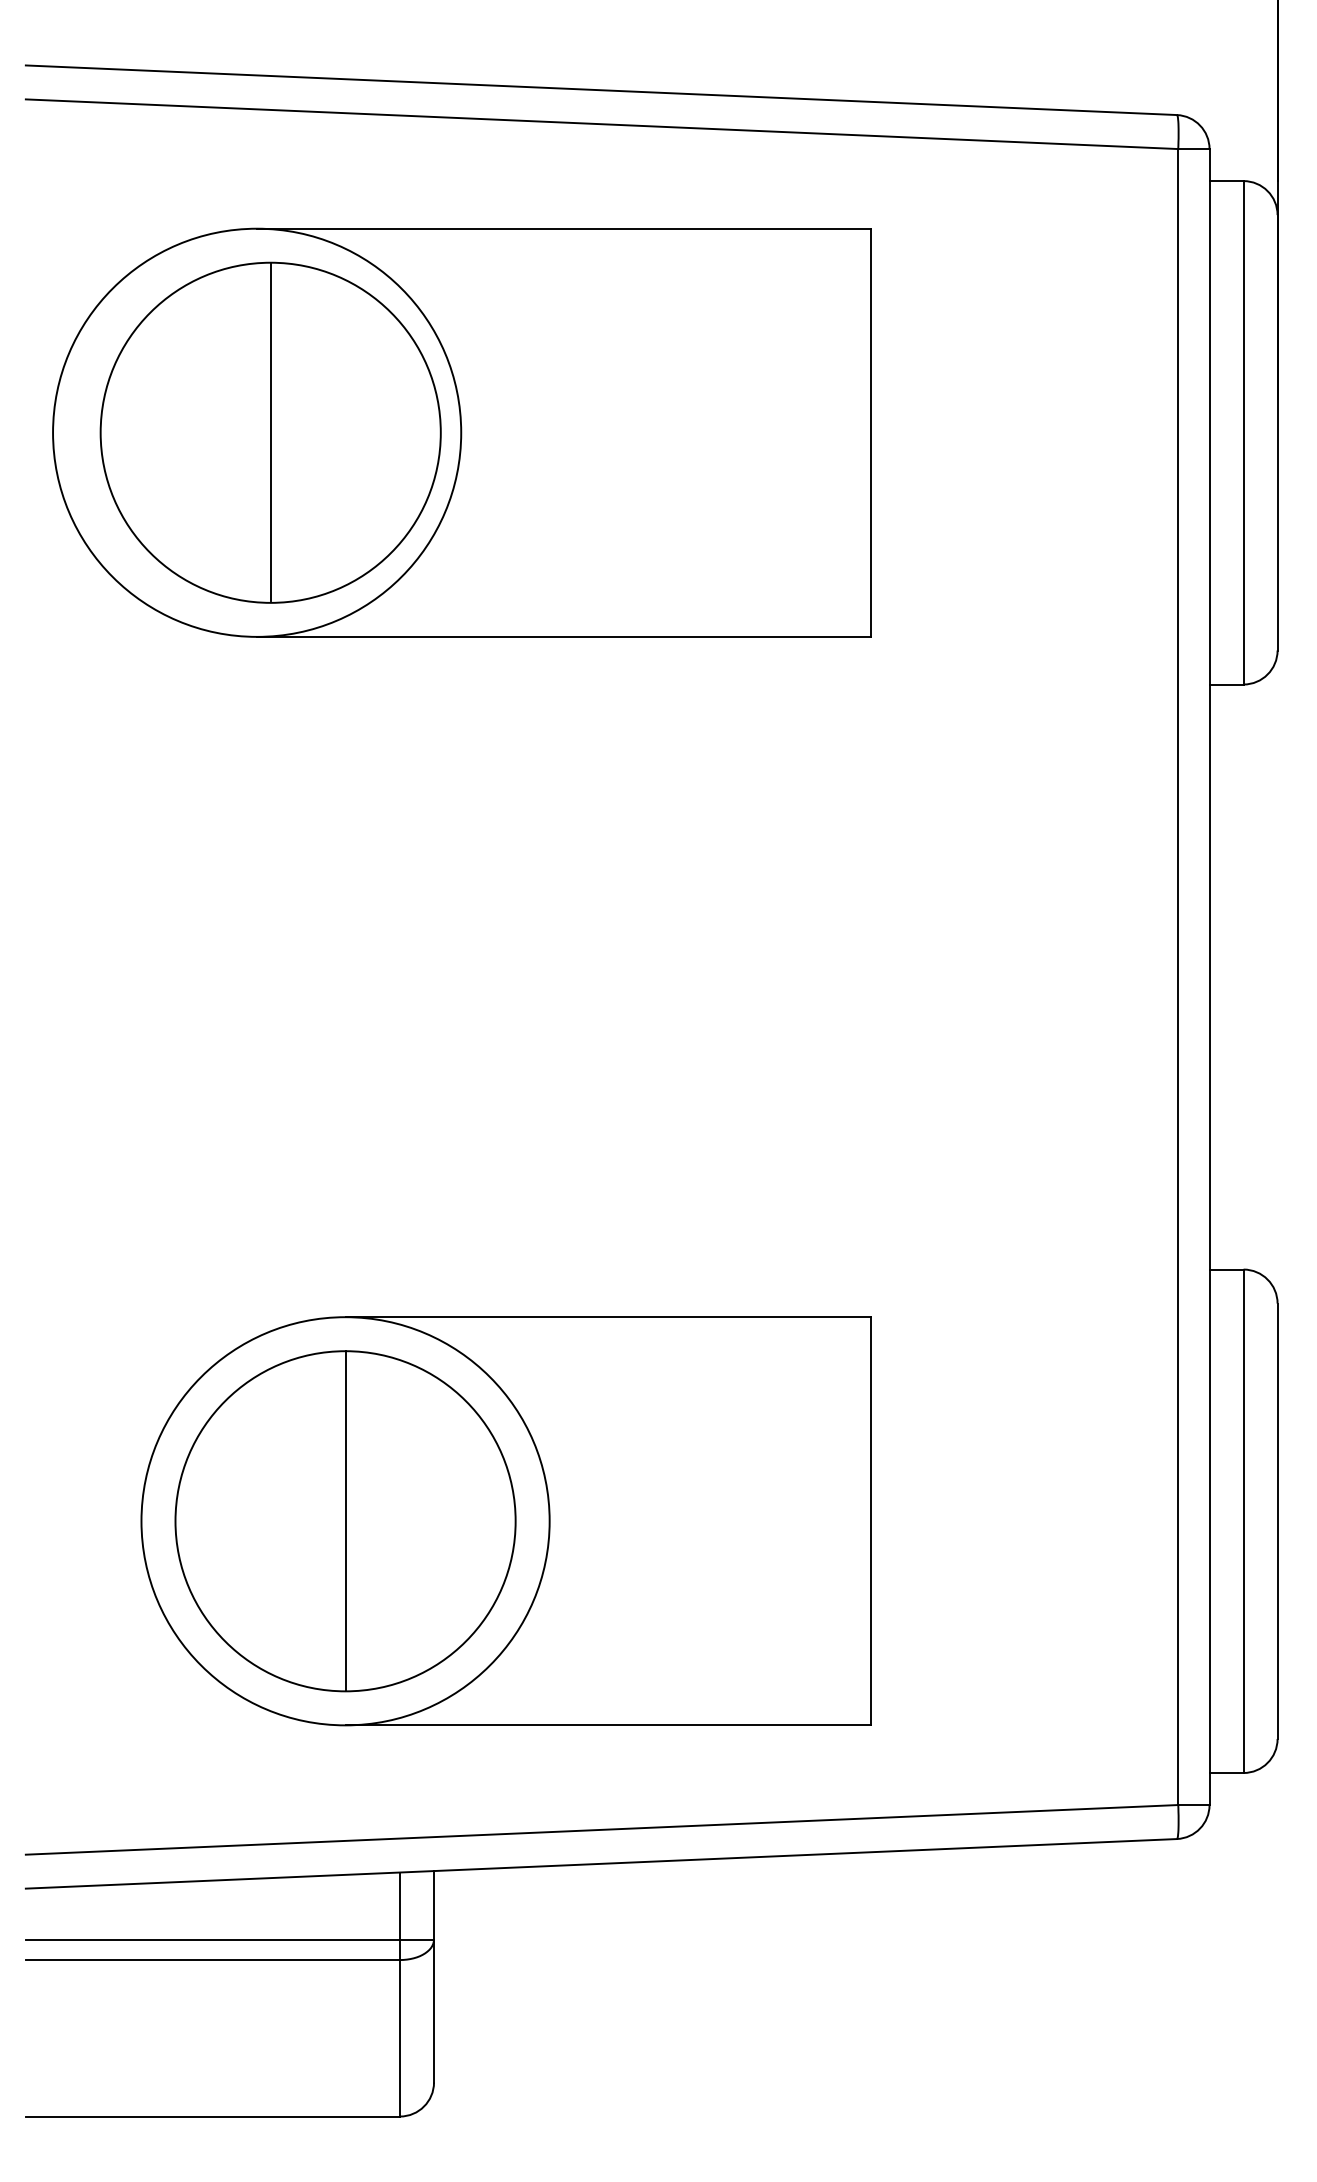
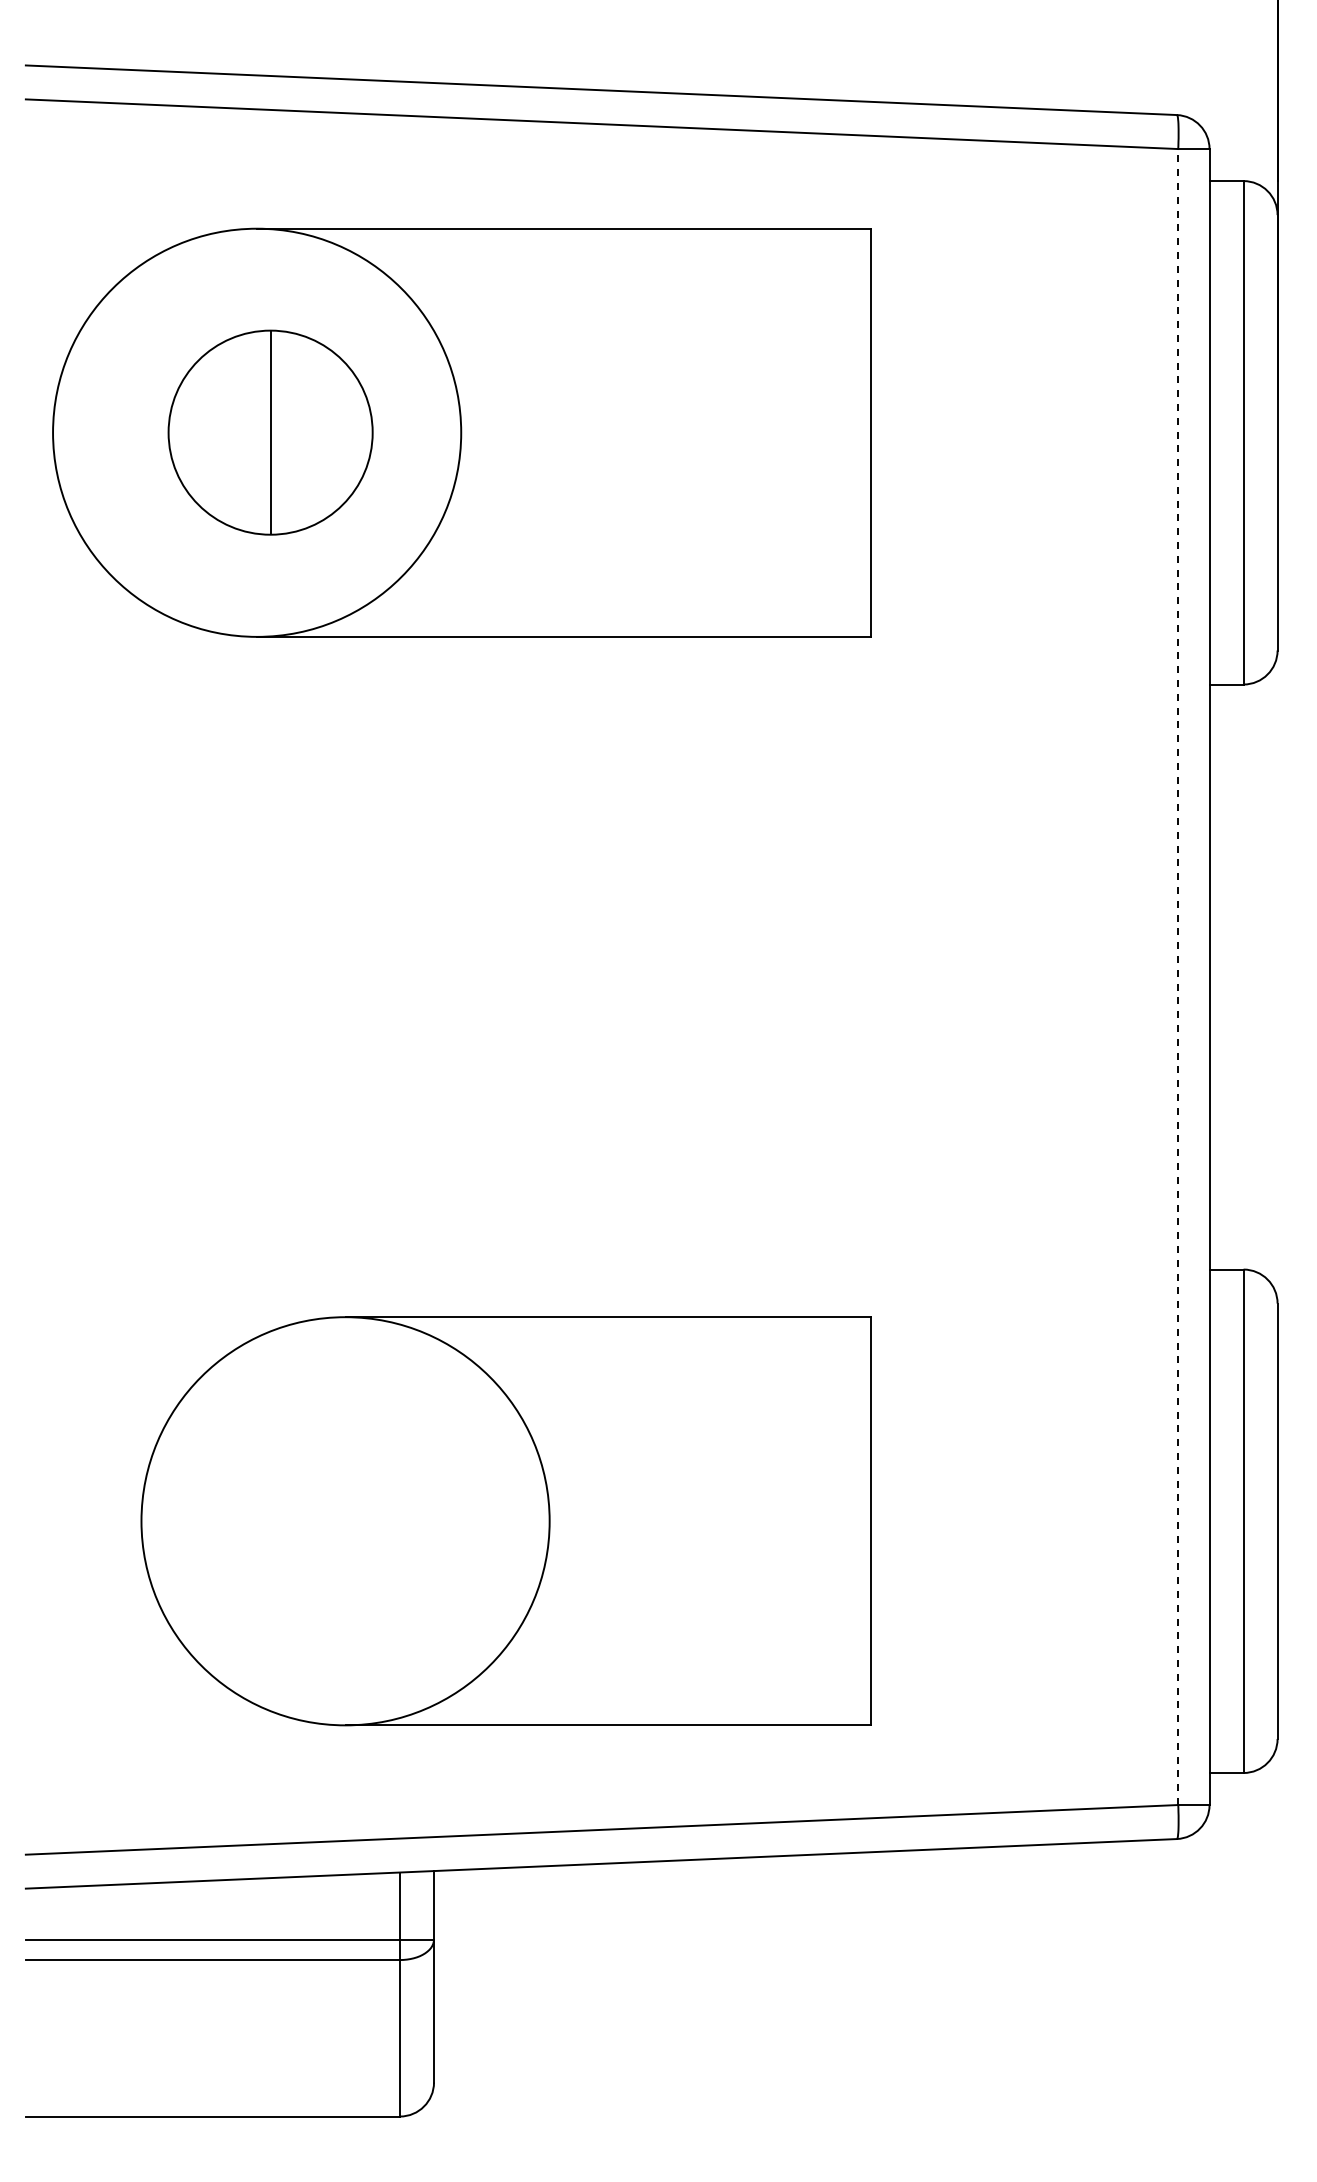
part at (270, 432) size: 343x343 px -> 207x207 px
line at (1178, 977): solid -> dashed
part at (345, 1521): present -> none
